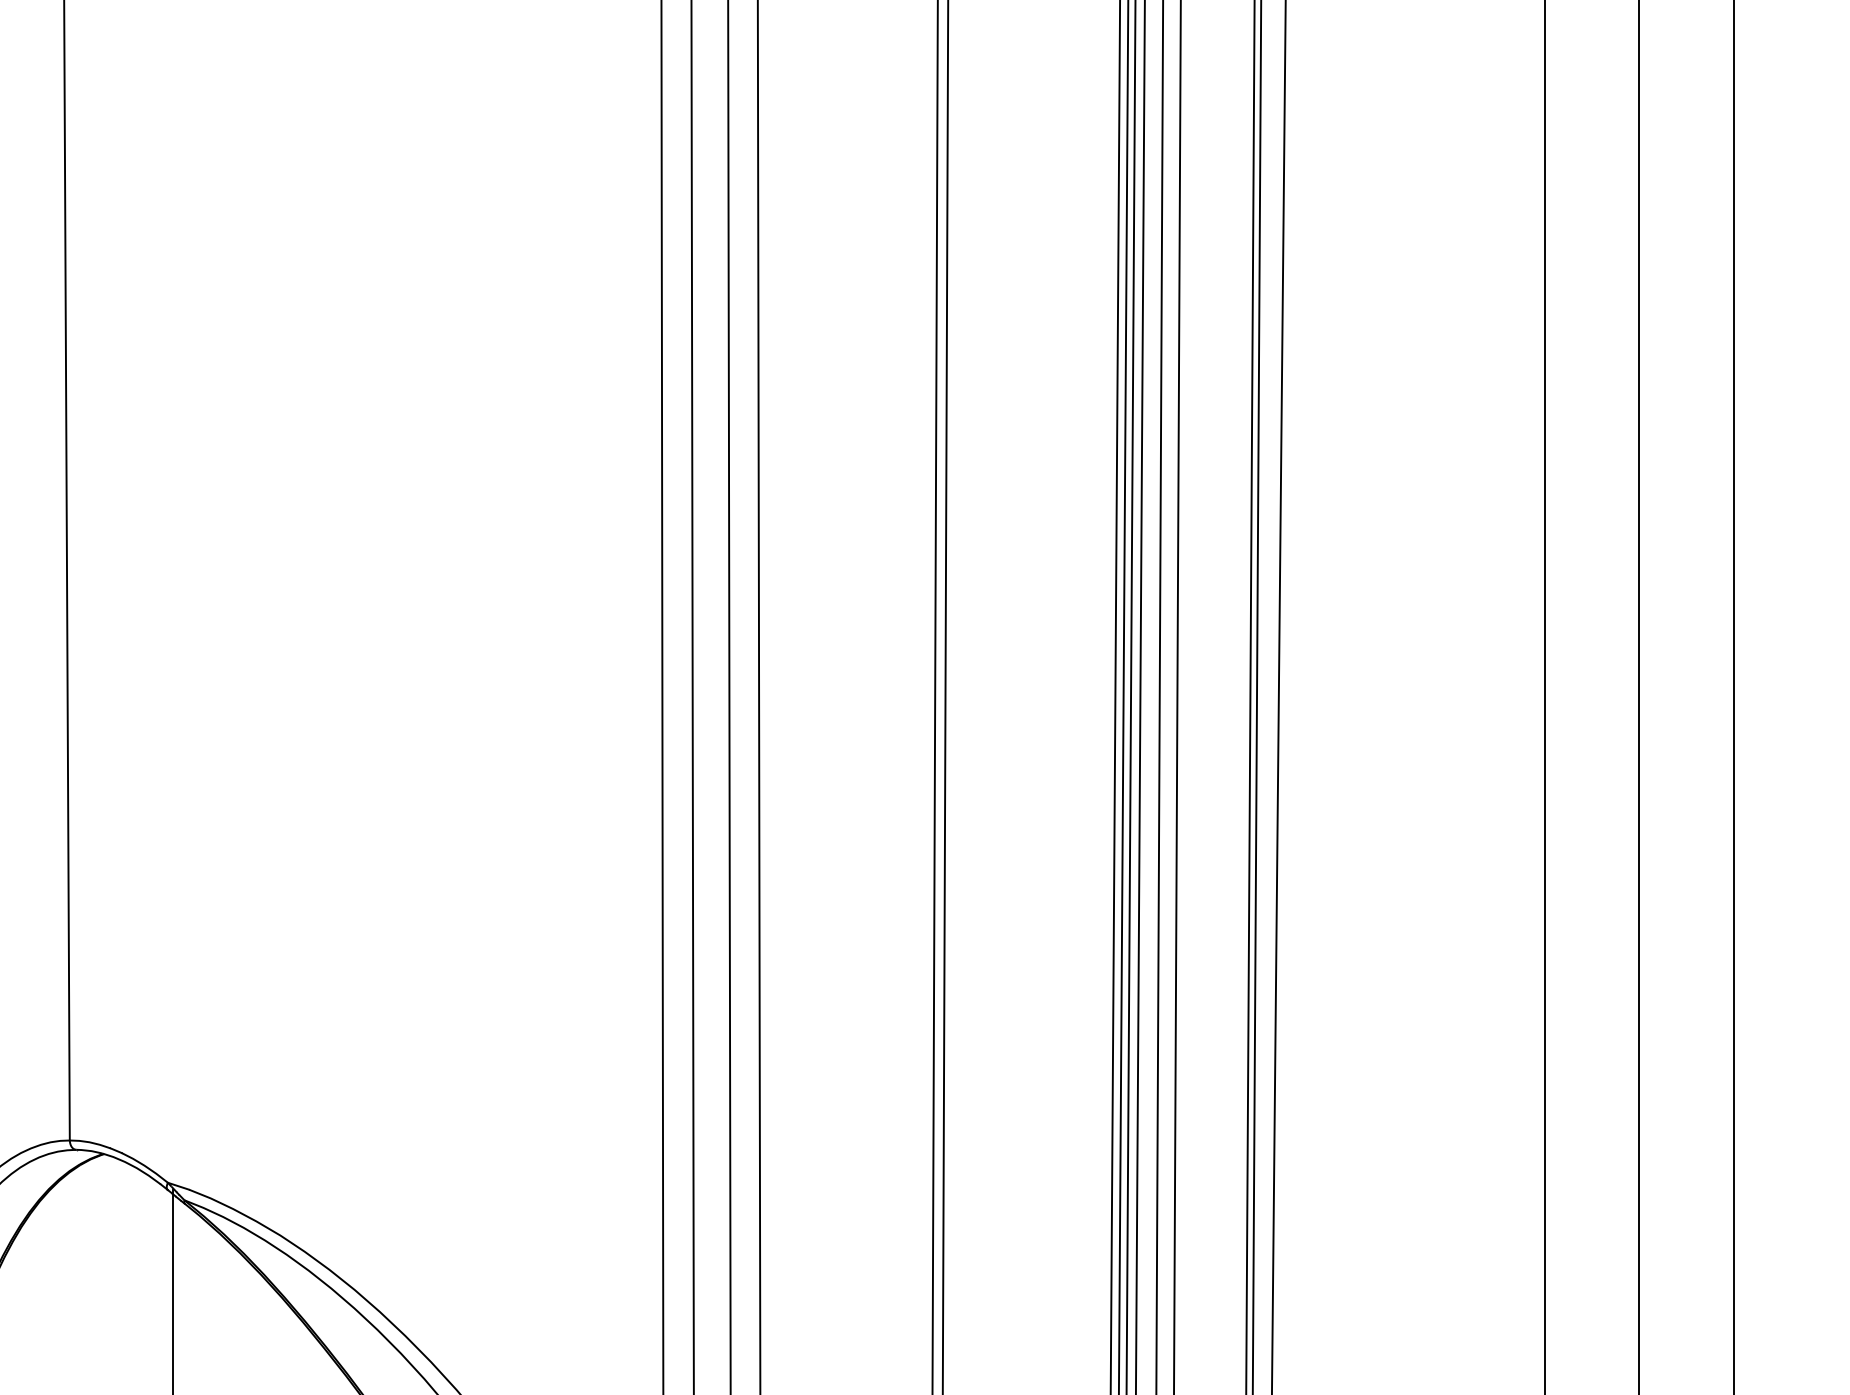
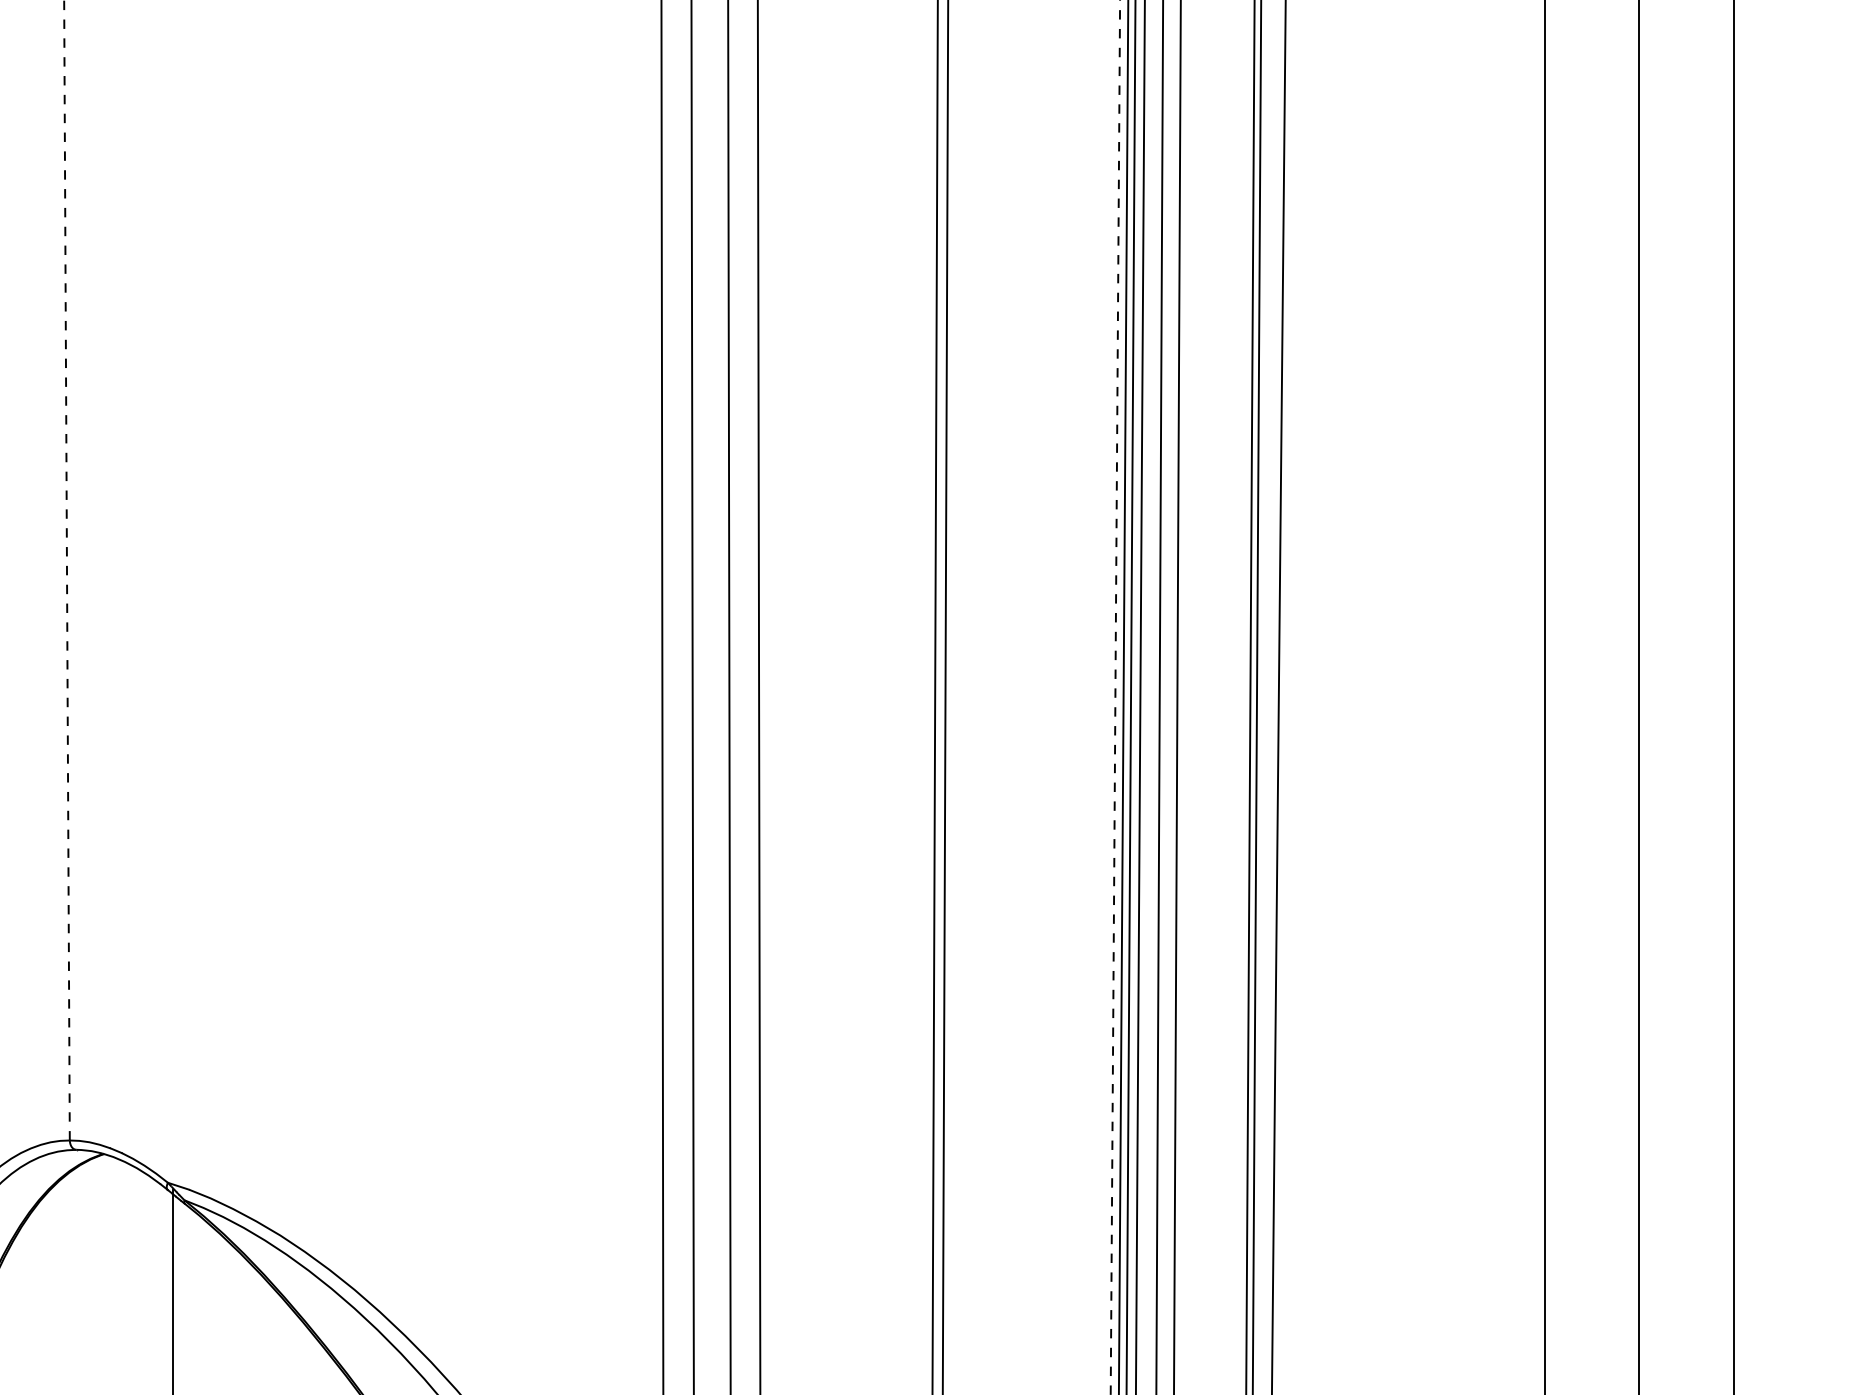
line at (67, 569): solid -> dashed
line at (1115, 697): solid -> dashed
